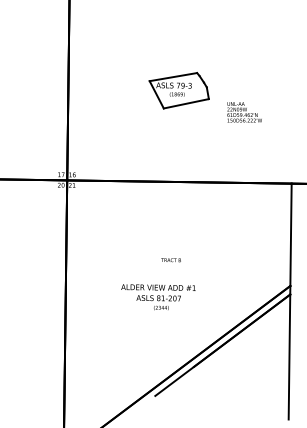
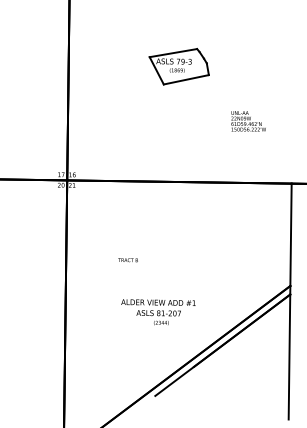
part at (178, 90) position: (178, 90) -> (178, 66)
text at (244, 112) position: (244, 112) -> (248, 121)
text at (170, 260) position: (170, 260) -> (127, 260)
text at (158, 297) position: (158, 297) -> (158, 312)
